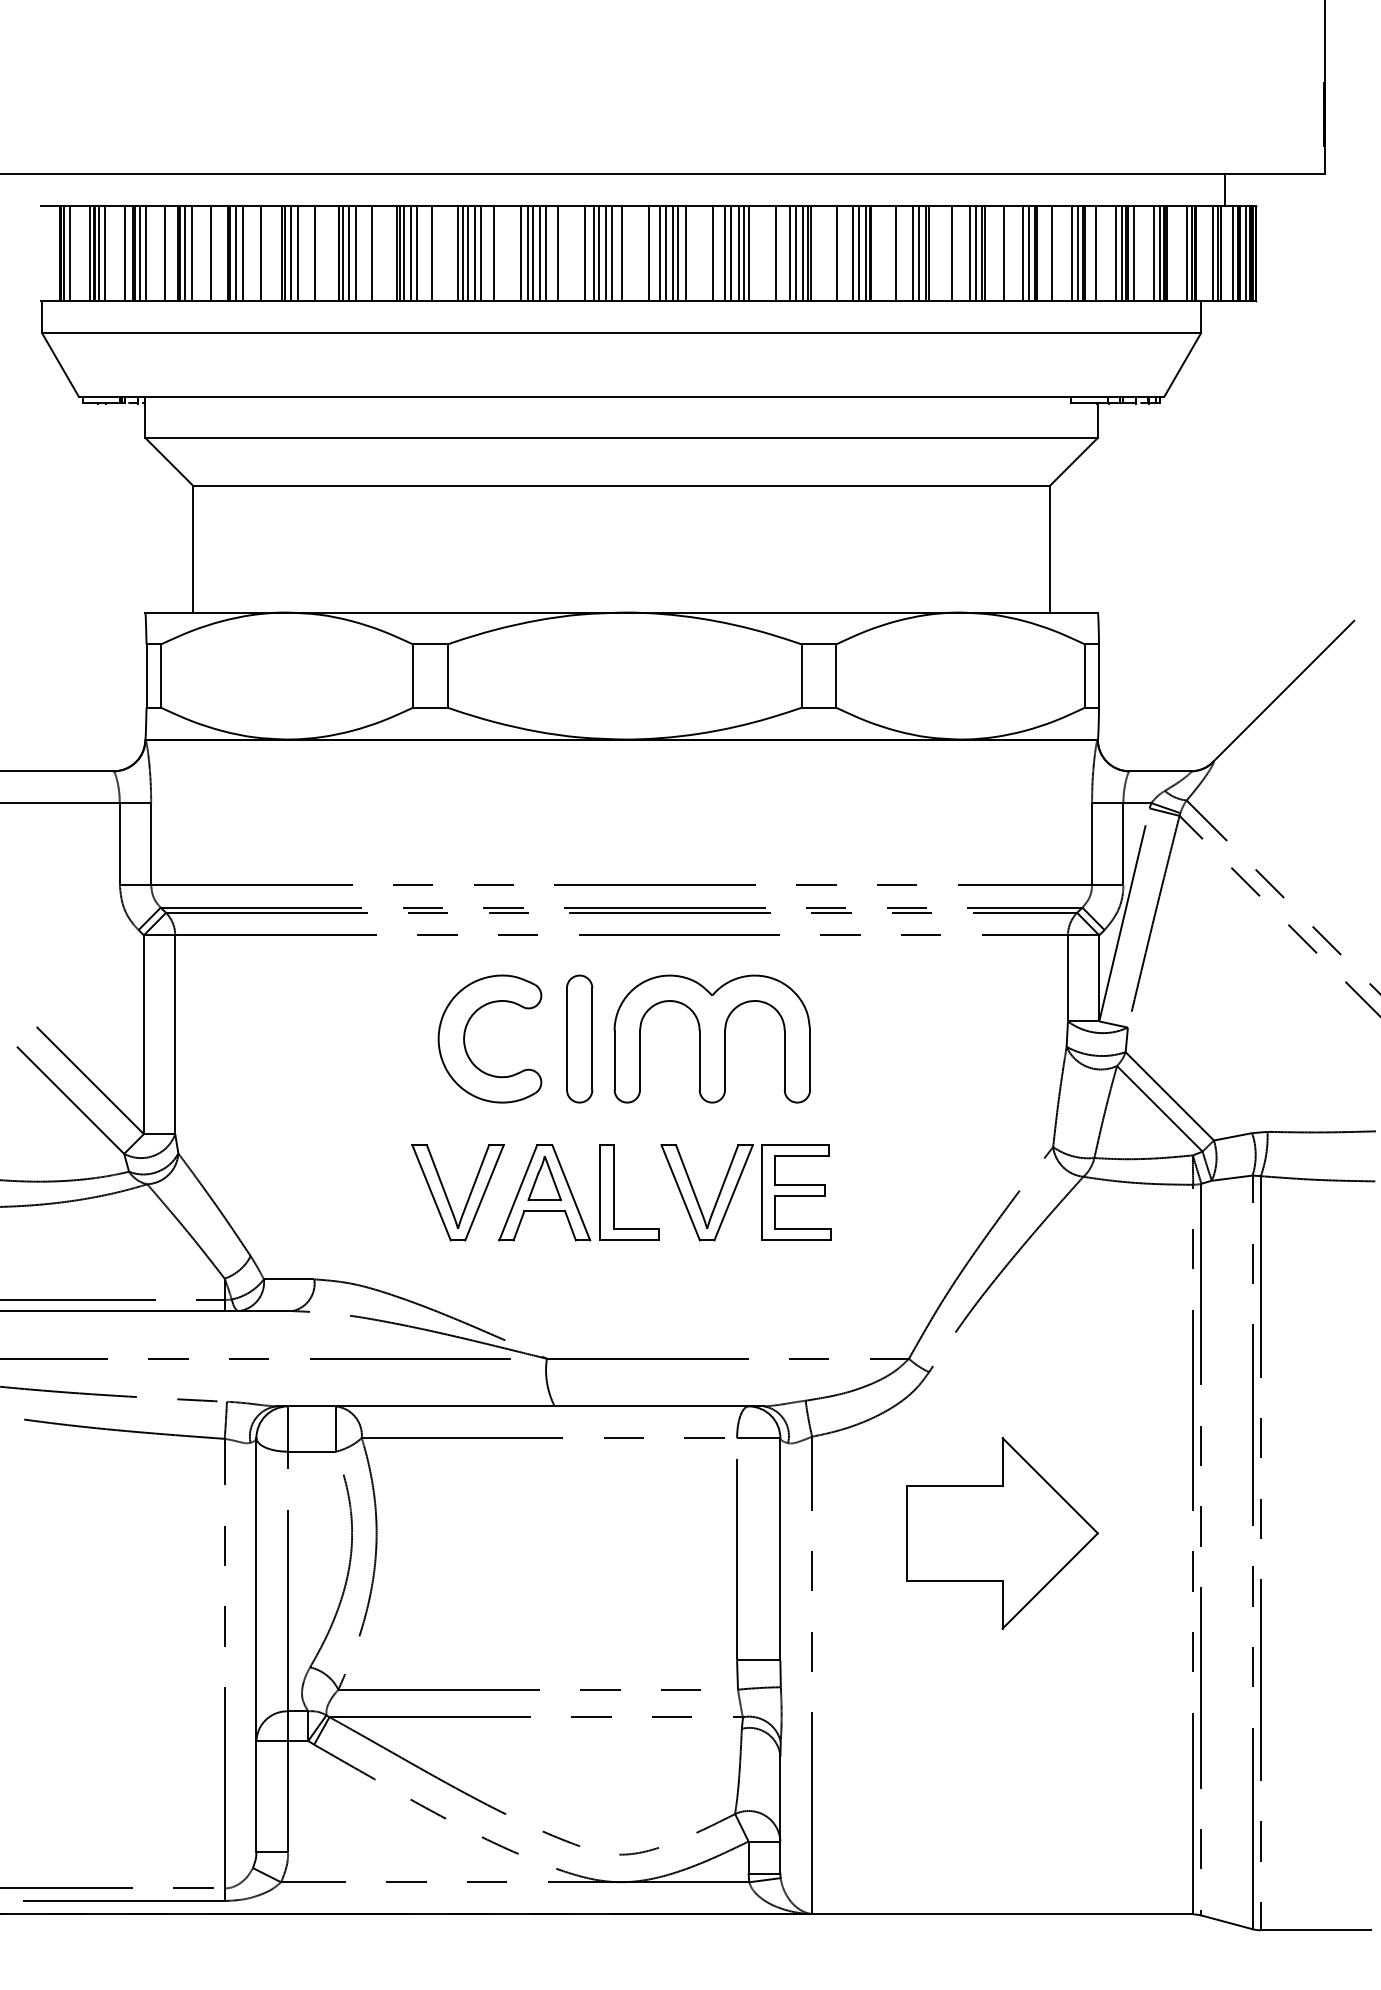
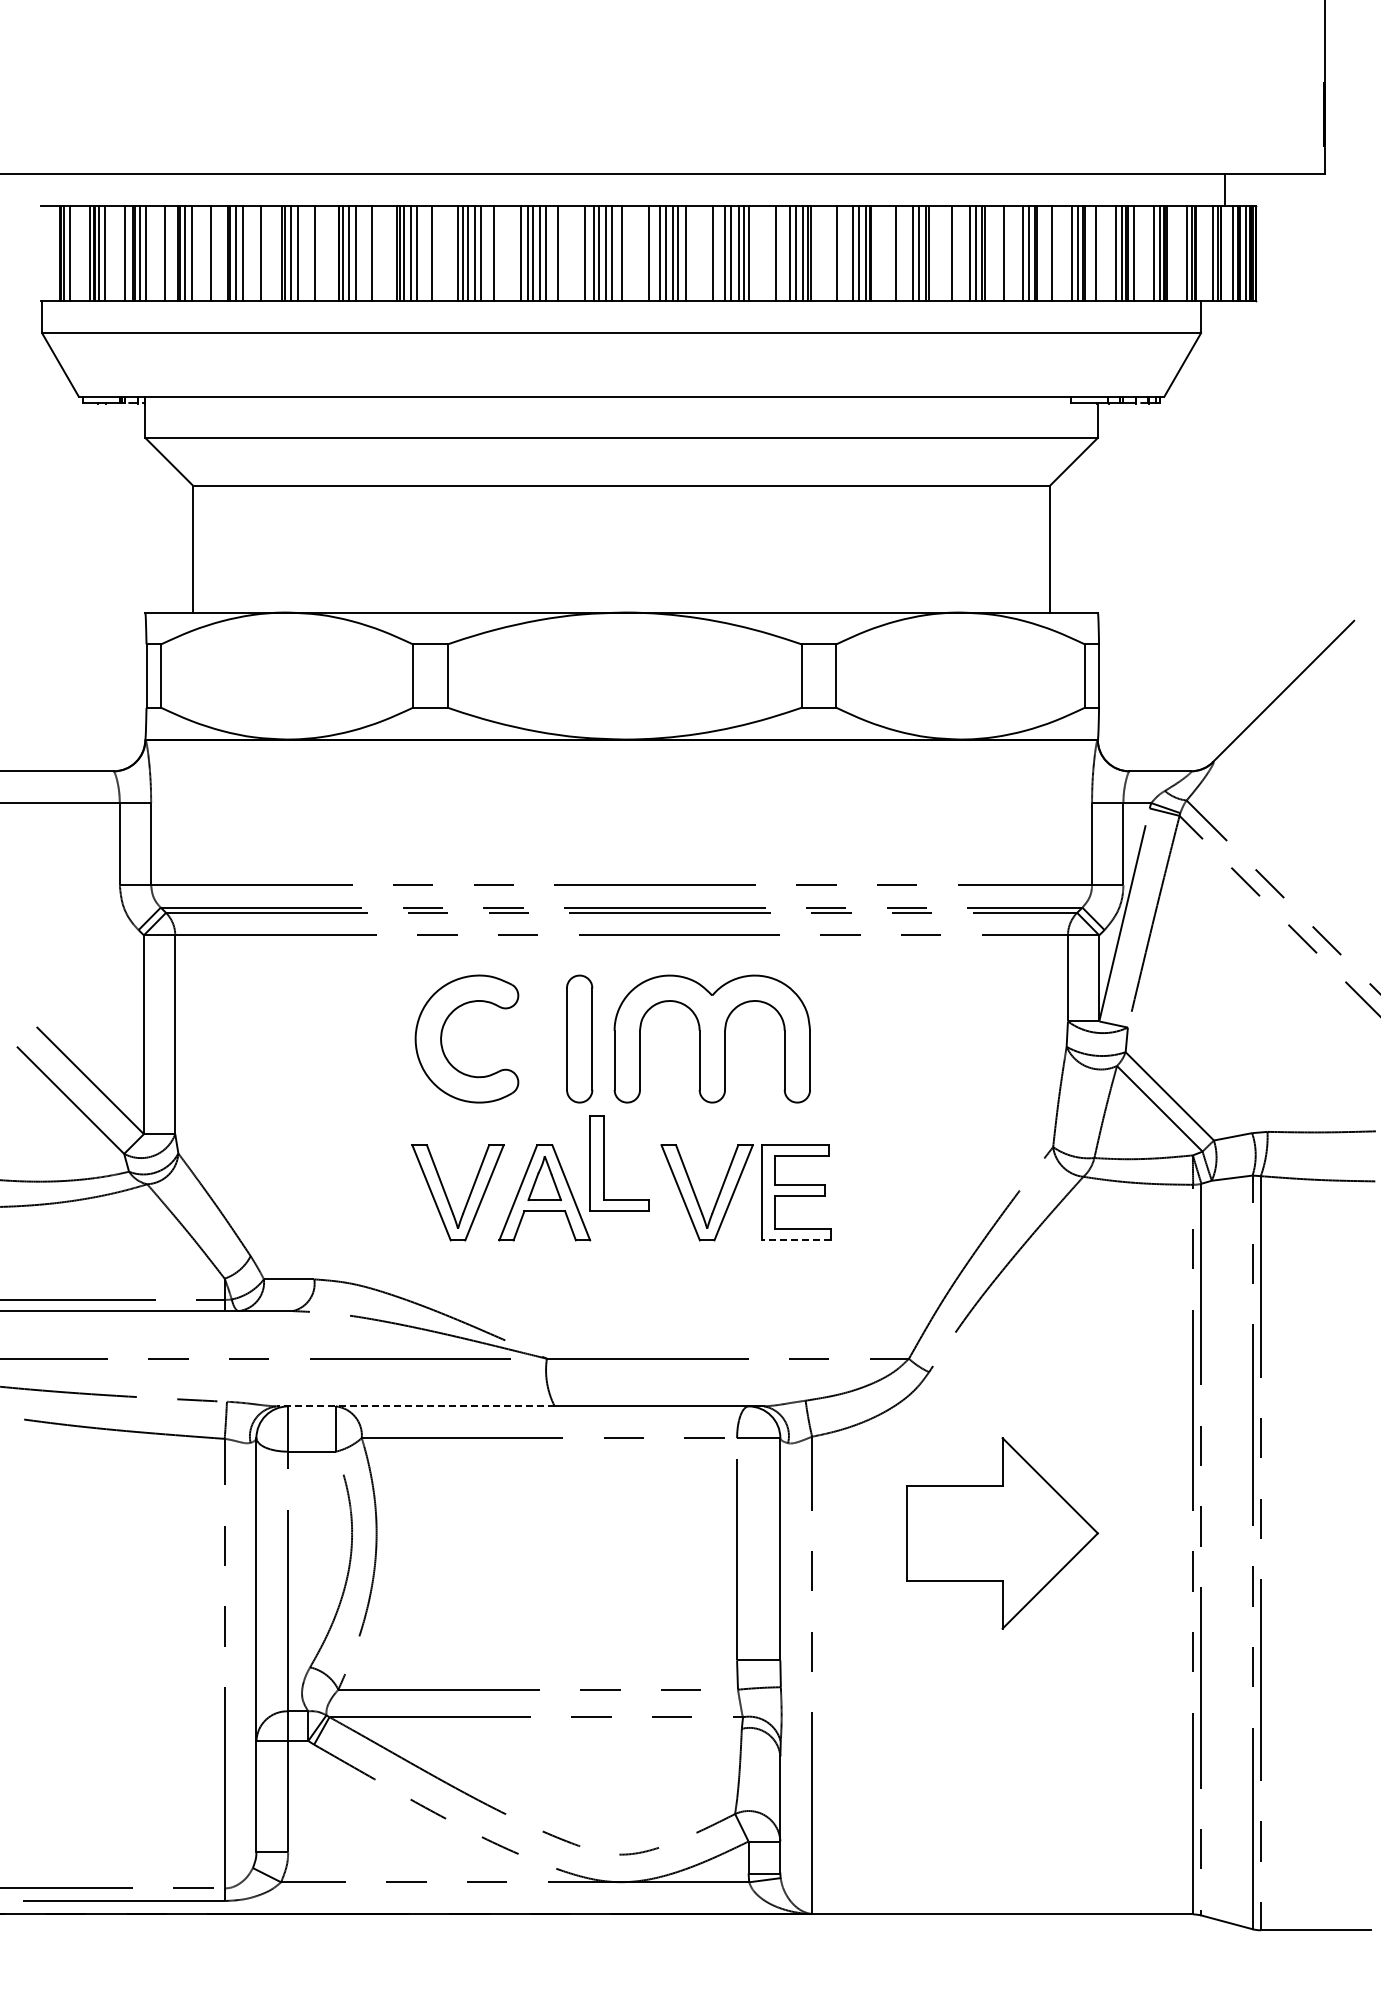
part at (465, 1036) position: (465, 1036) -> (442, 1036)
part at (614, 1192) position: (614, 1192) -> (604, 1163)
line at (796, 1240): solid -> dashed
line at (415, 1406): solid -> dashed
